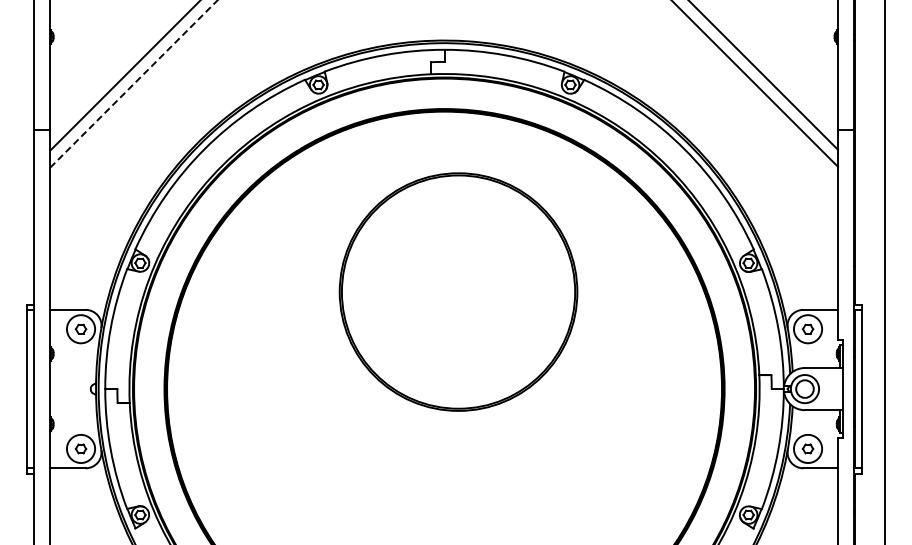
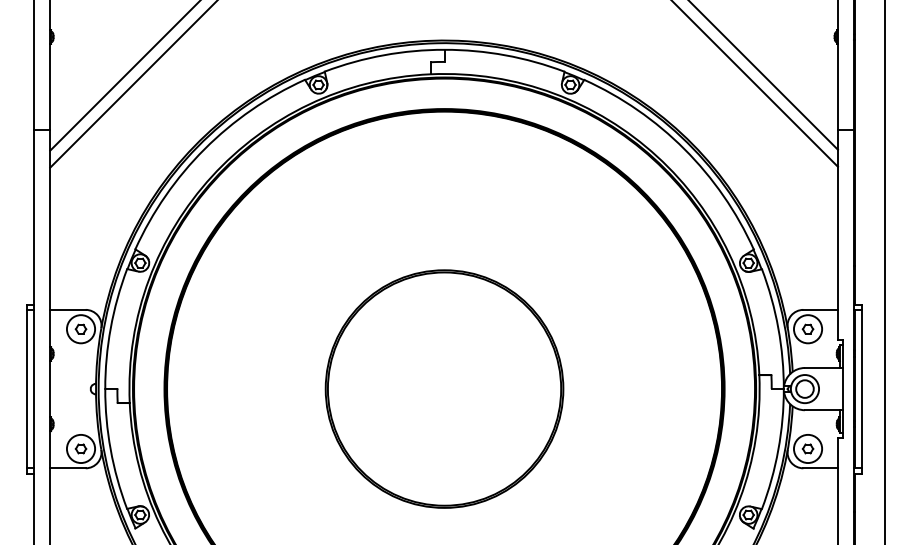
line at (134, 83): dashed -> solid
part at (458, 291) position: (458, 291) -> (444, 388)
